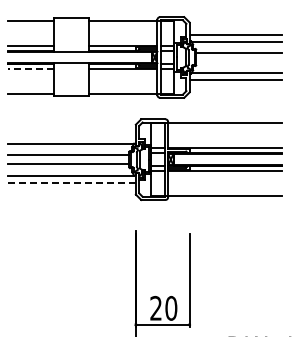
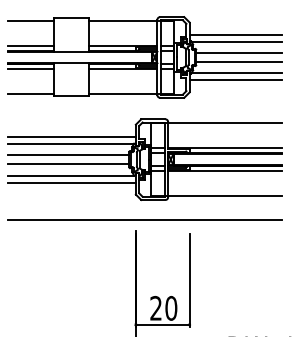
line at (238, 62): none -> present
line at (31, 69): dashed -> solid
line at (71, 136): none -> present
line at (72, 182): dashed -> solid
line at (144, 220): none -> present
